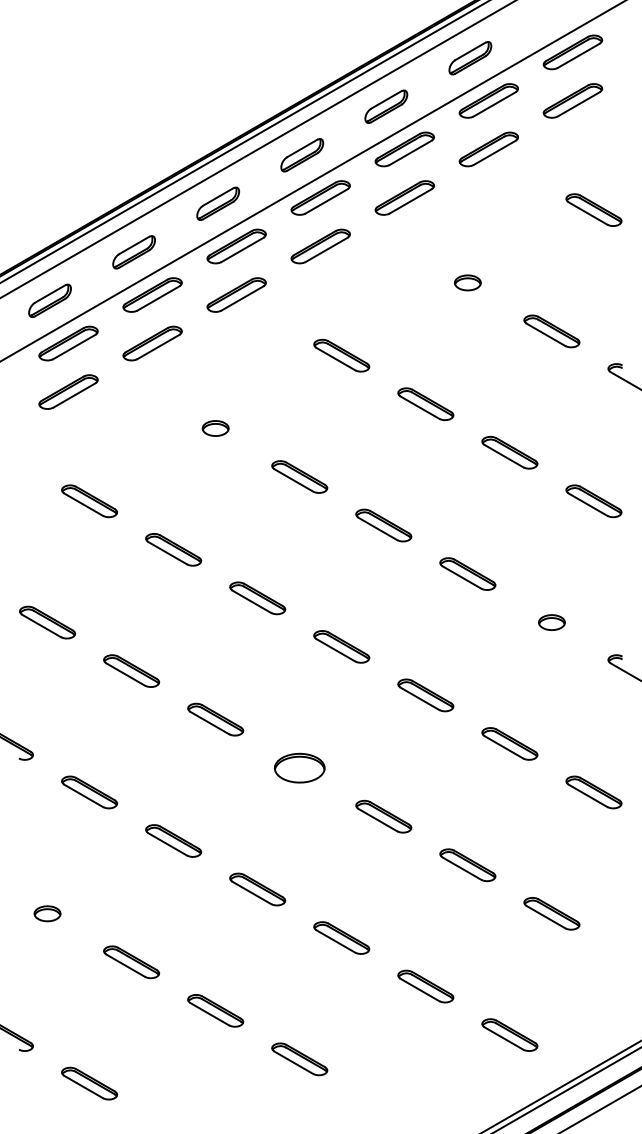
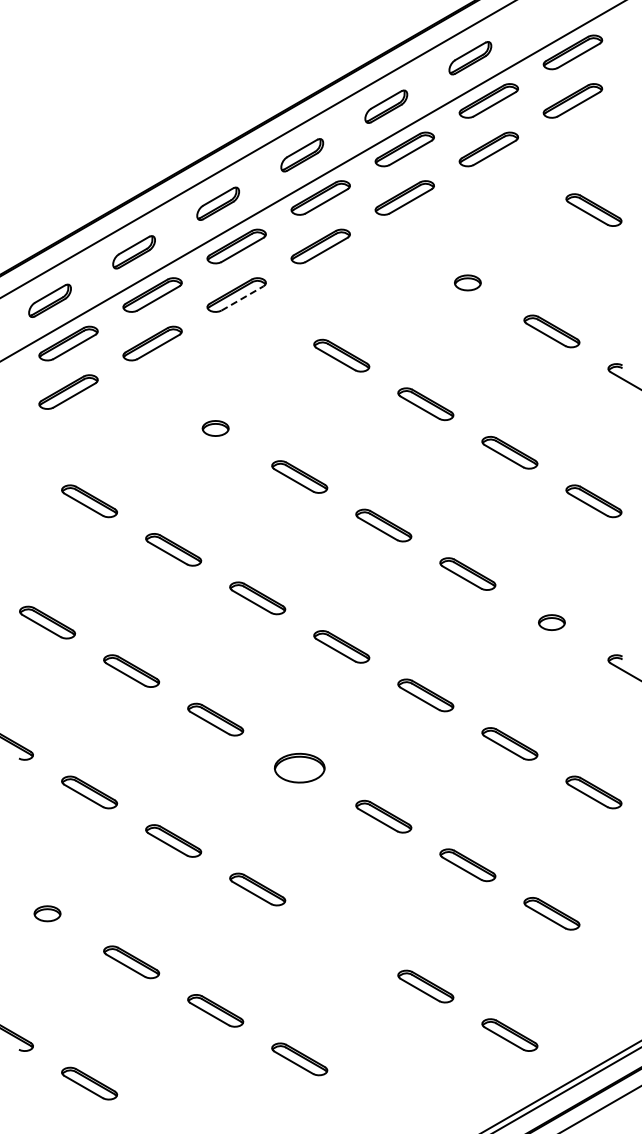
line at (244, 141): present -> none
line at (243, 298): solid -> dashed
part at (341, 937): present -> none
